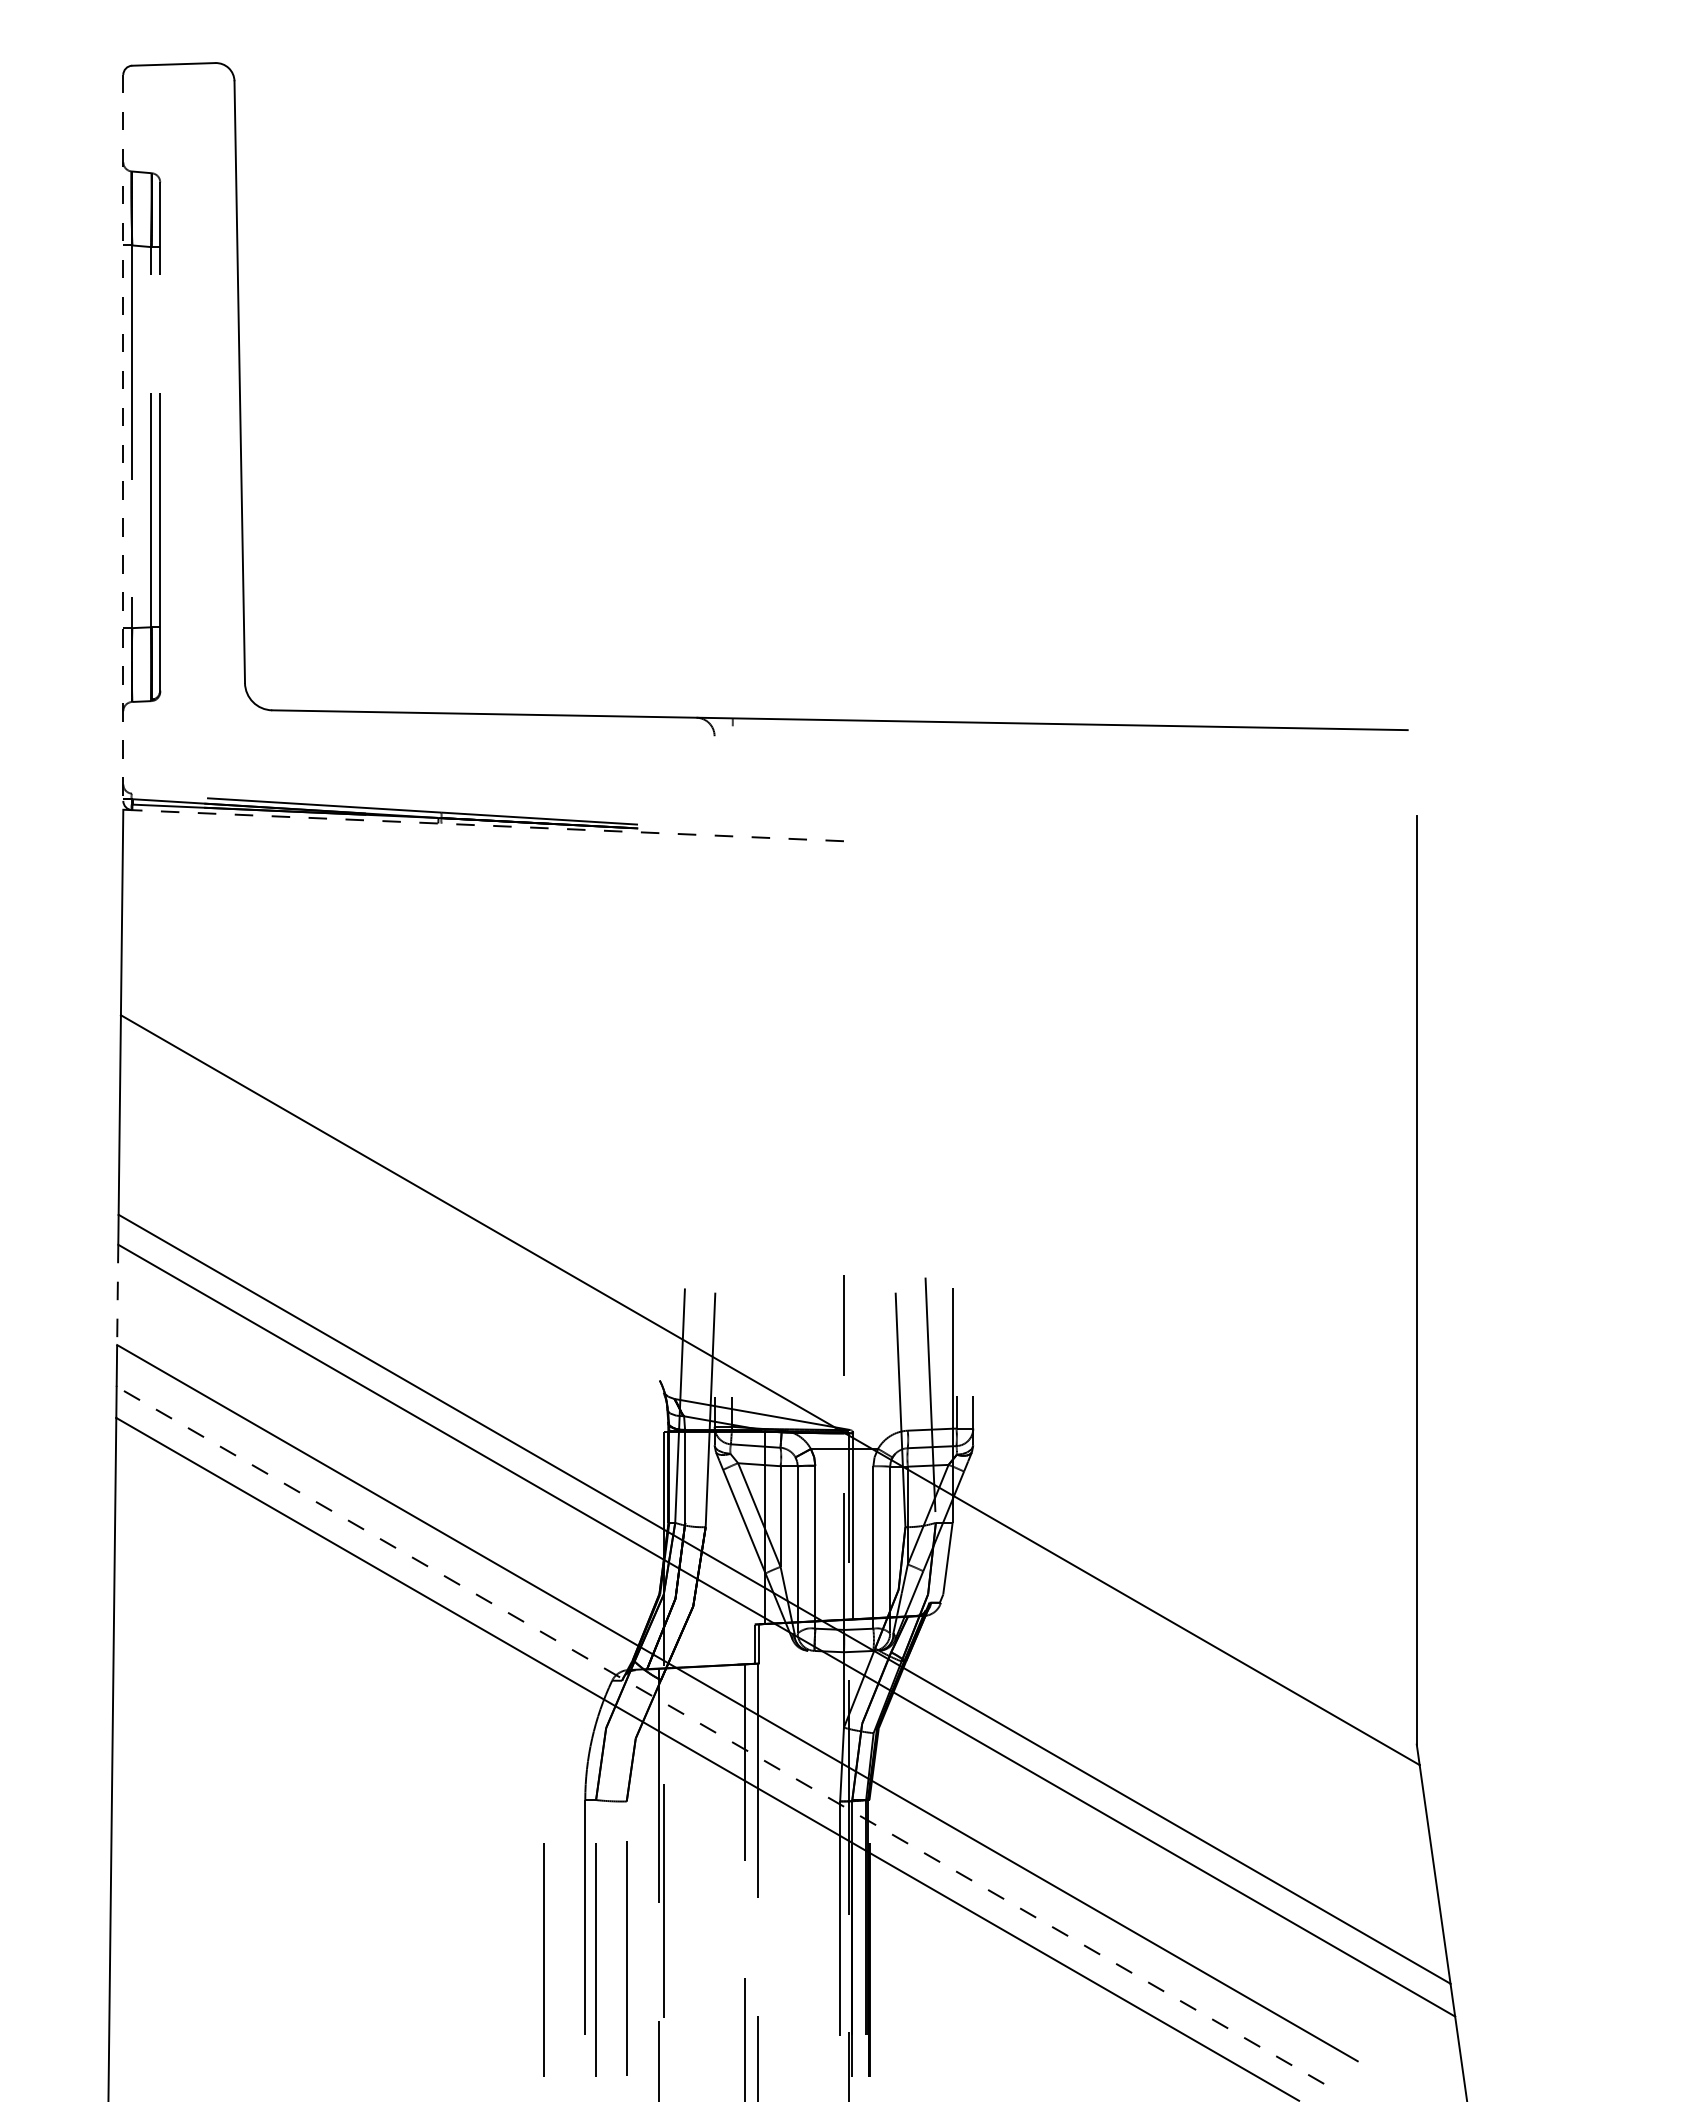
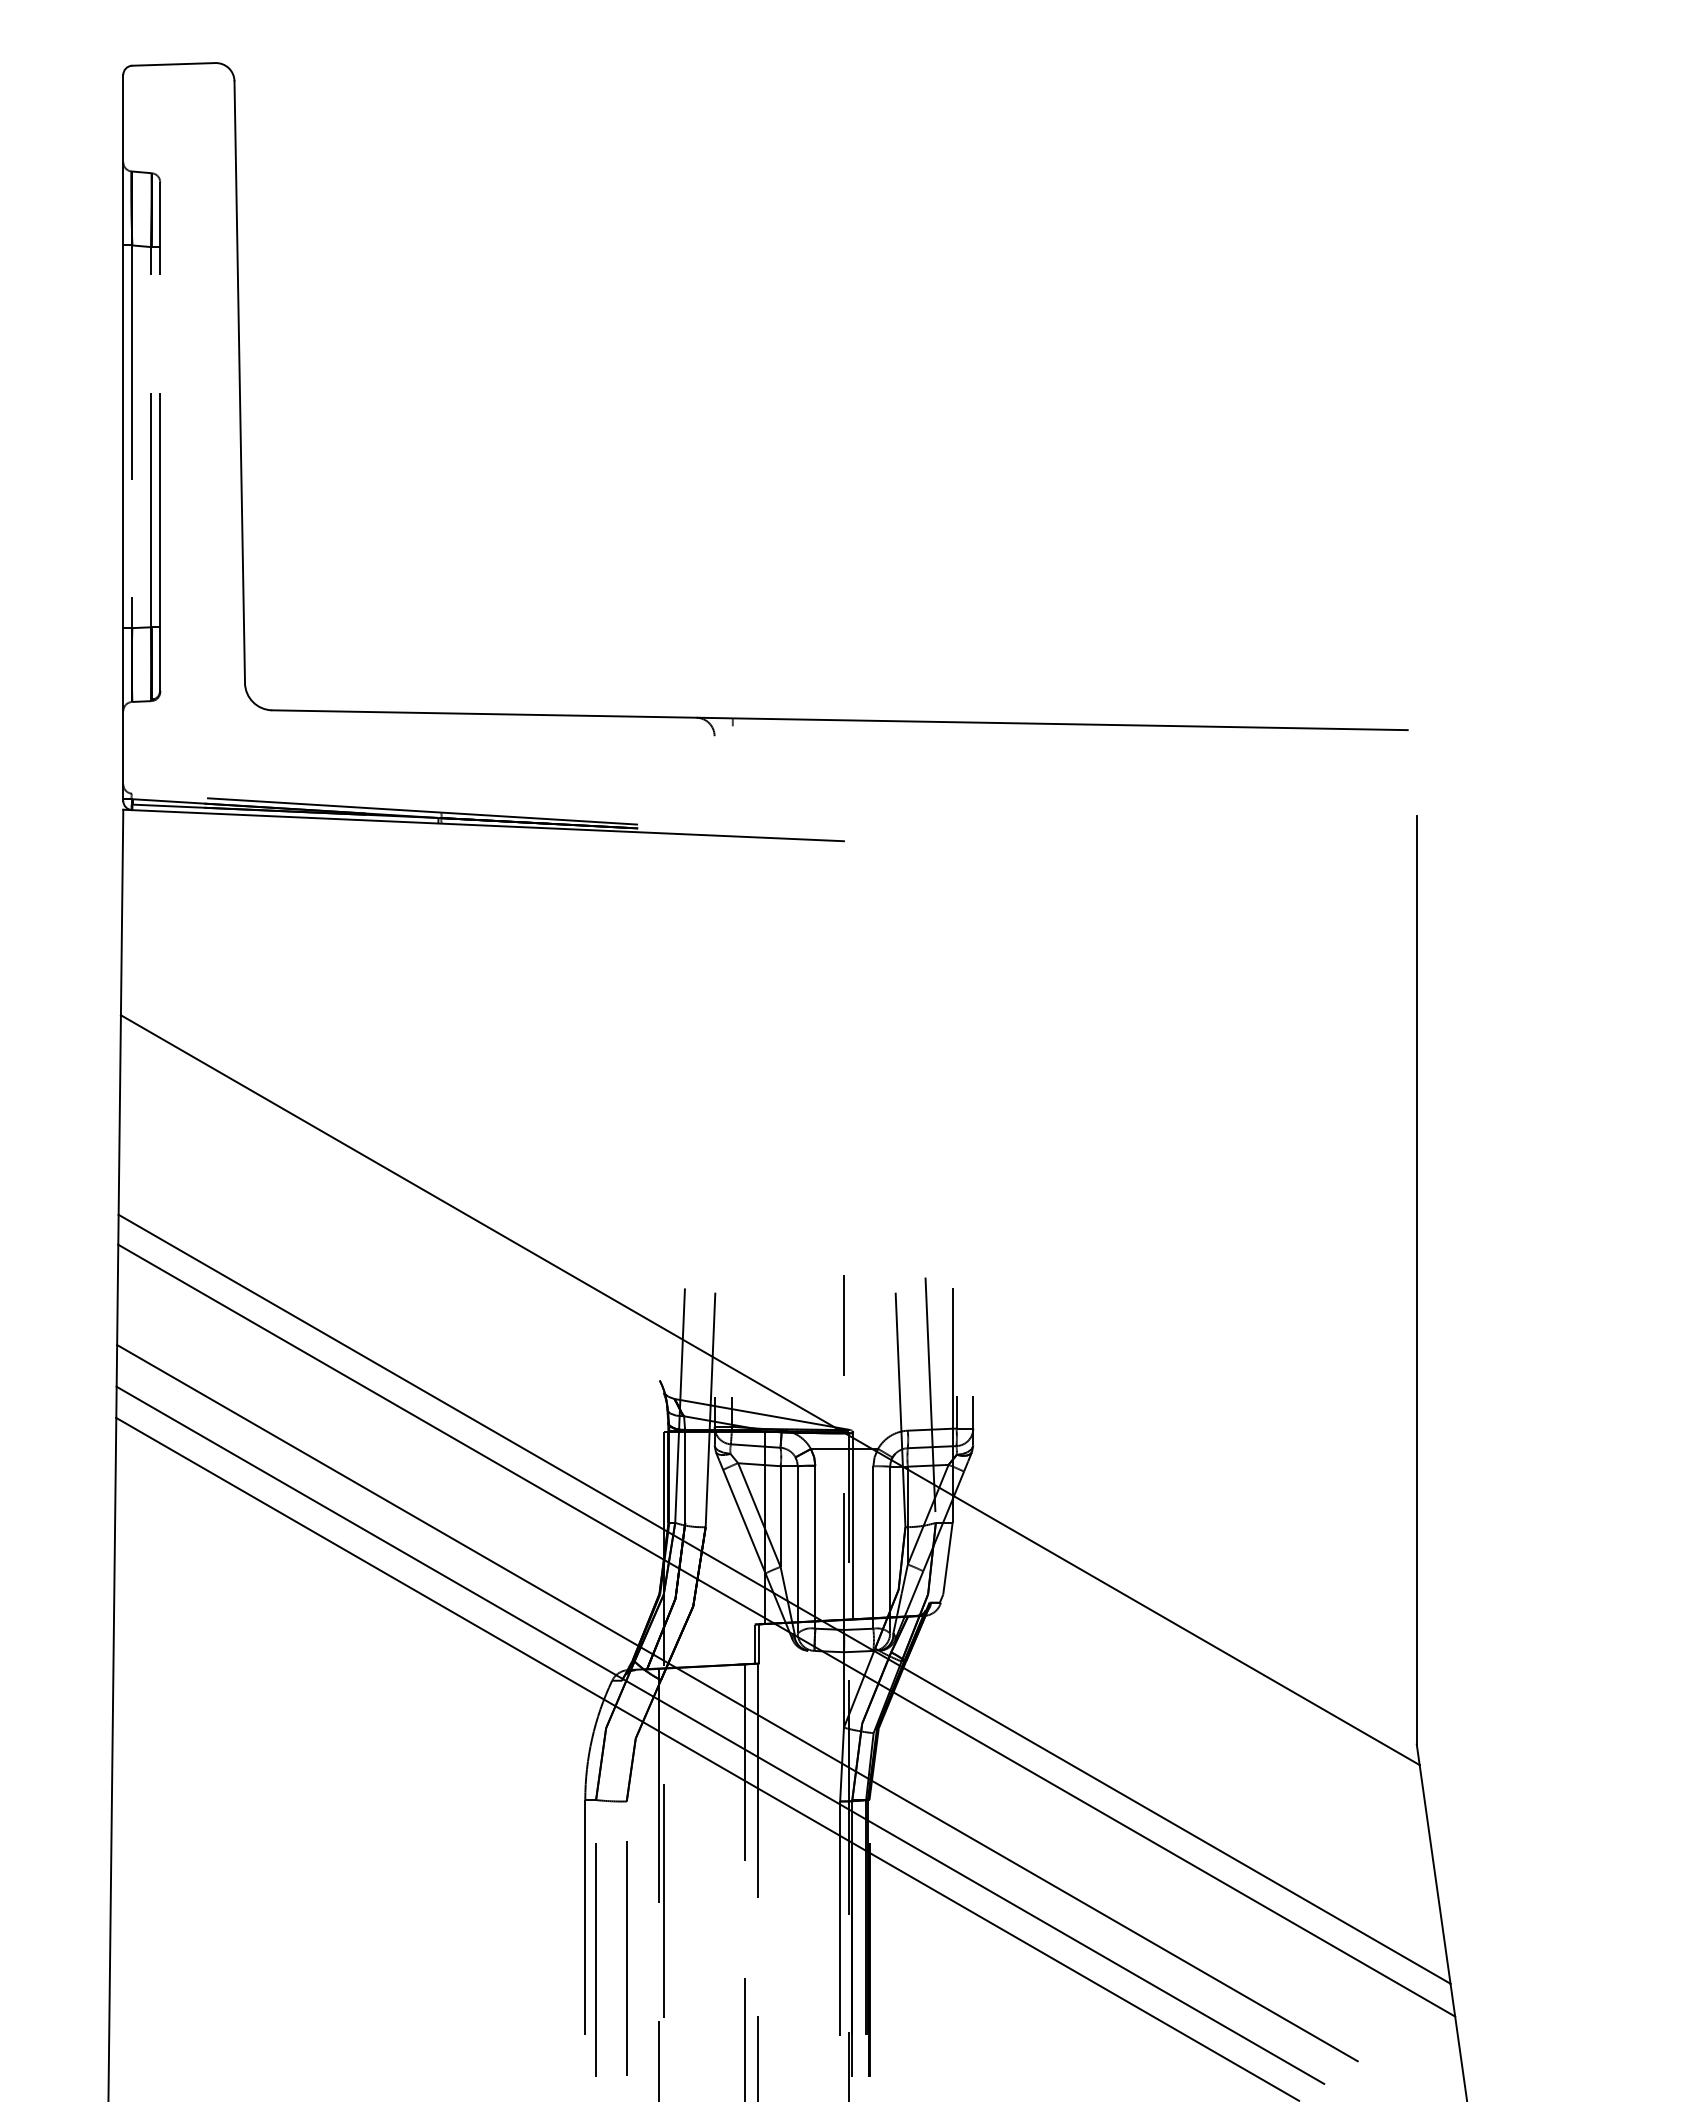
line at (123, 437): dashed -> solid
line at (483, 825): dashed -> solid
line at (117, 1295): dashed -> solid
line at (719, 1735): dashed -> solid
line at (543, 1959): present -> none
